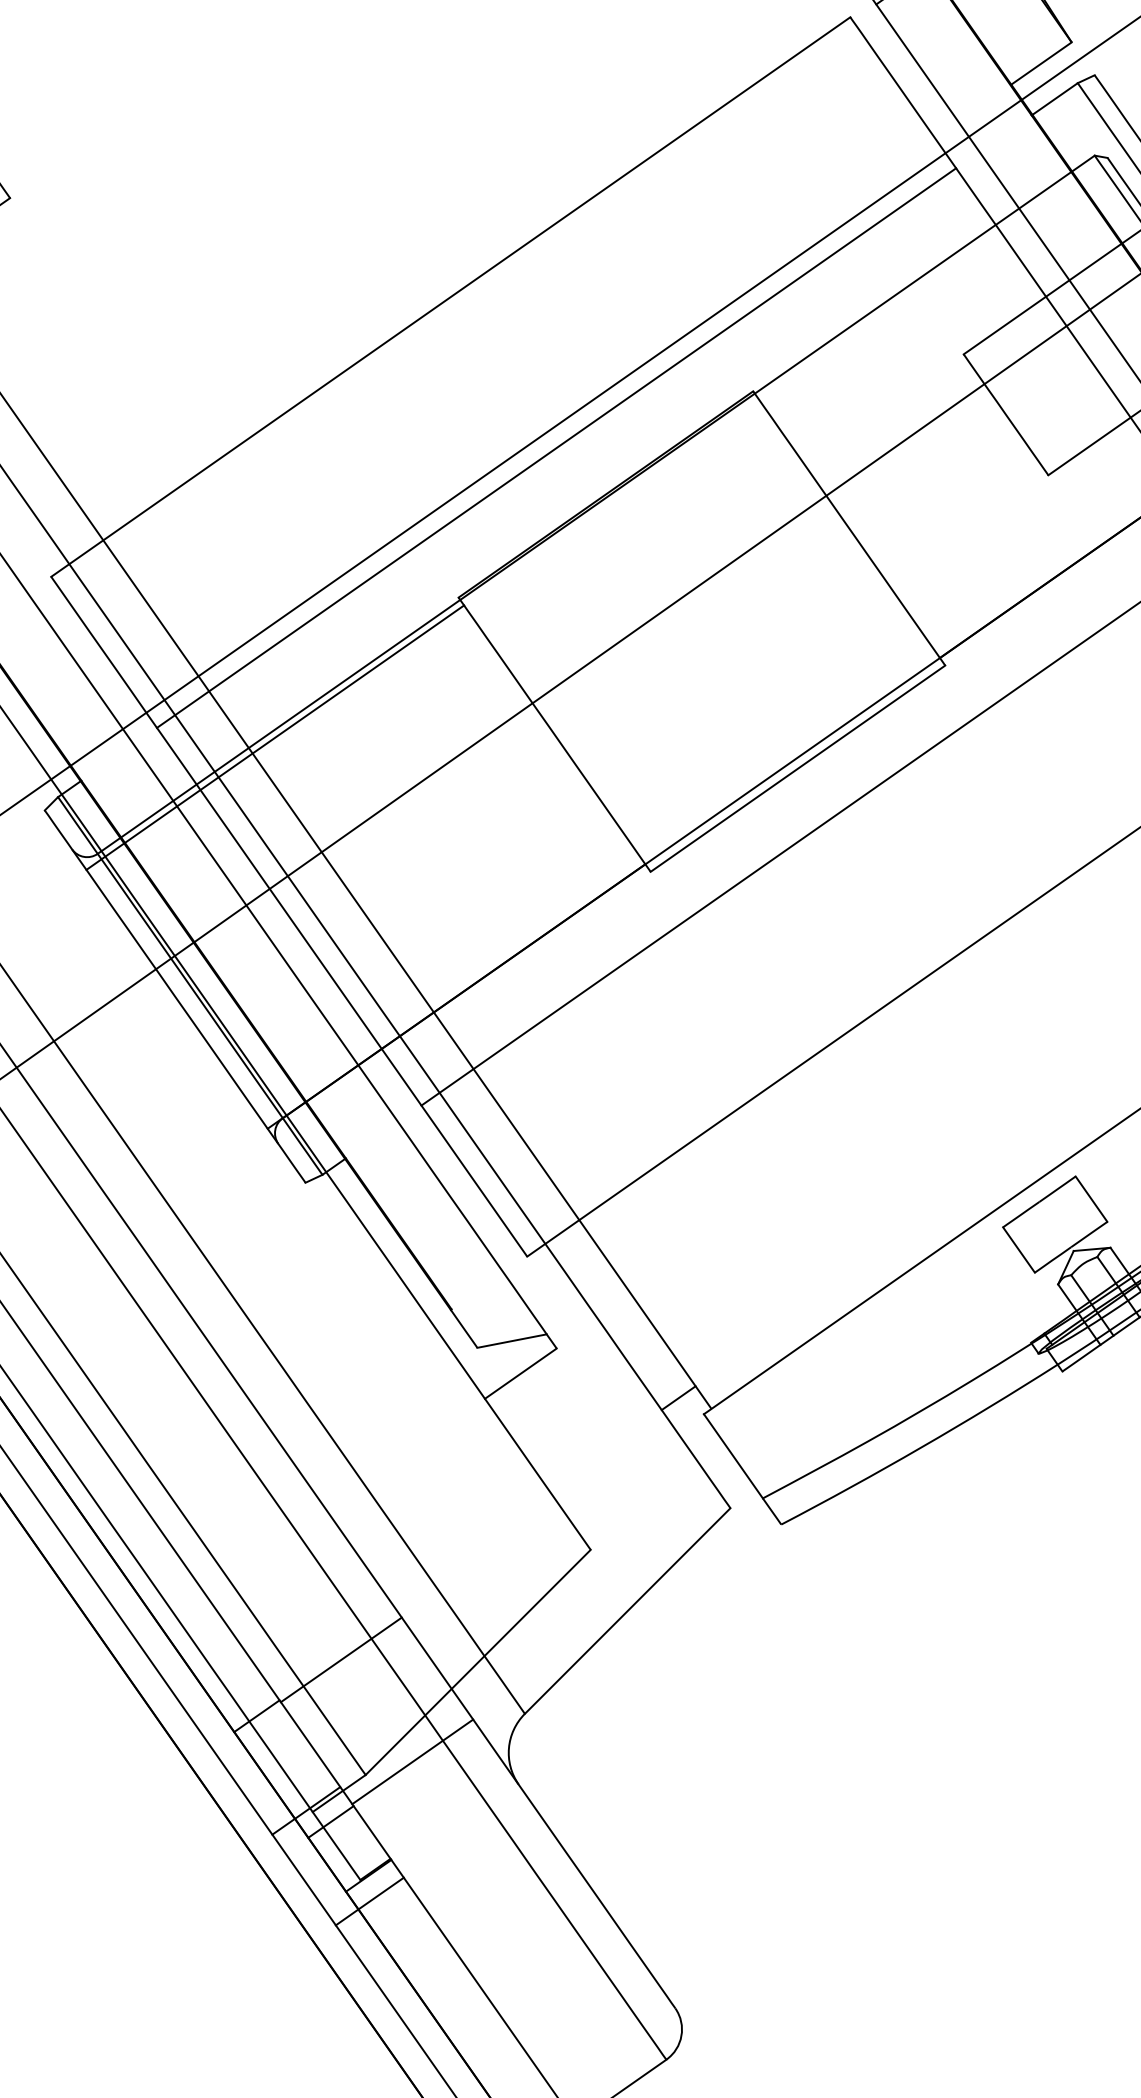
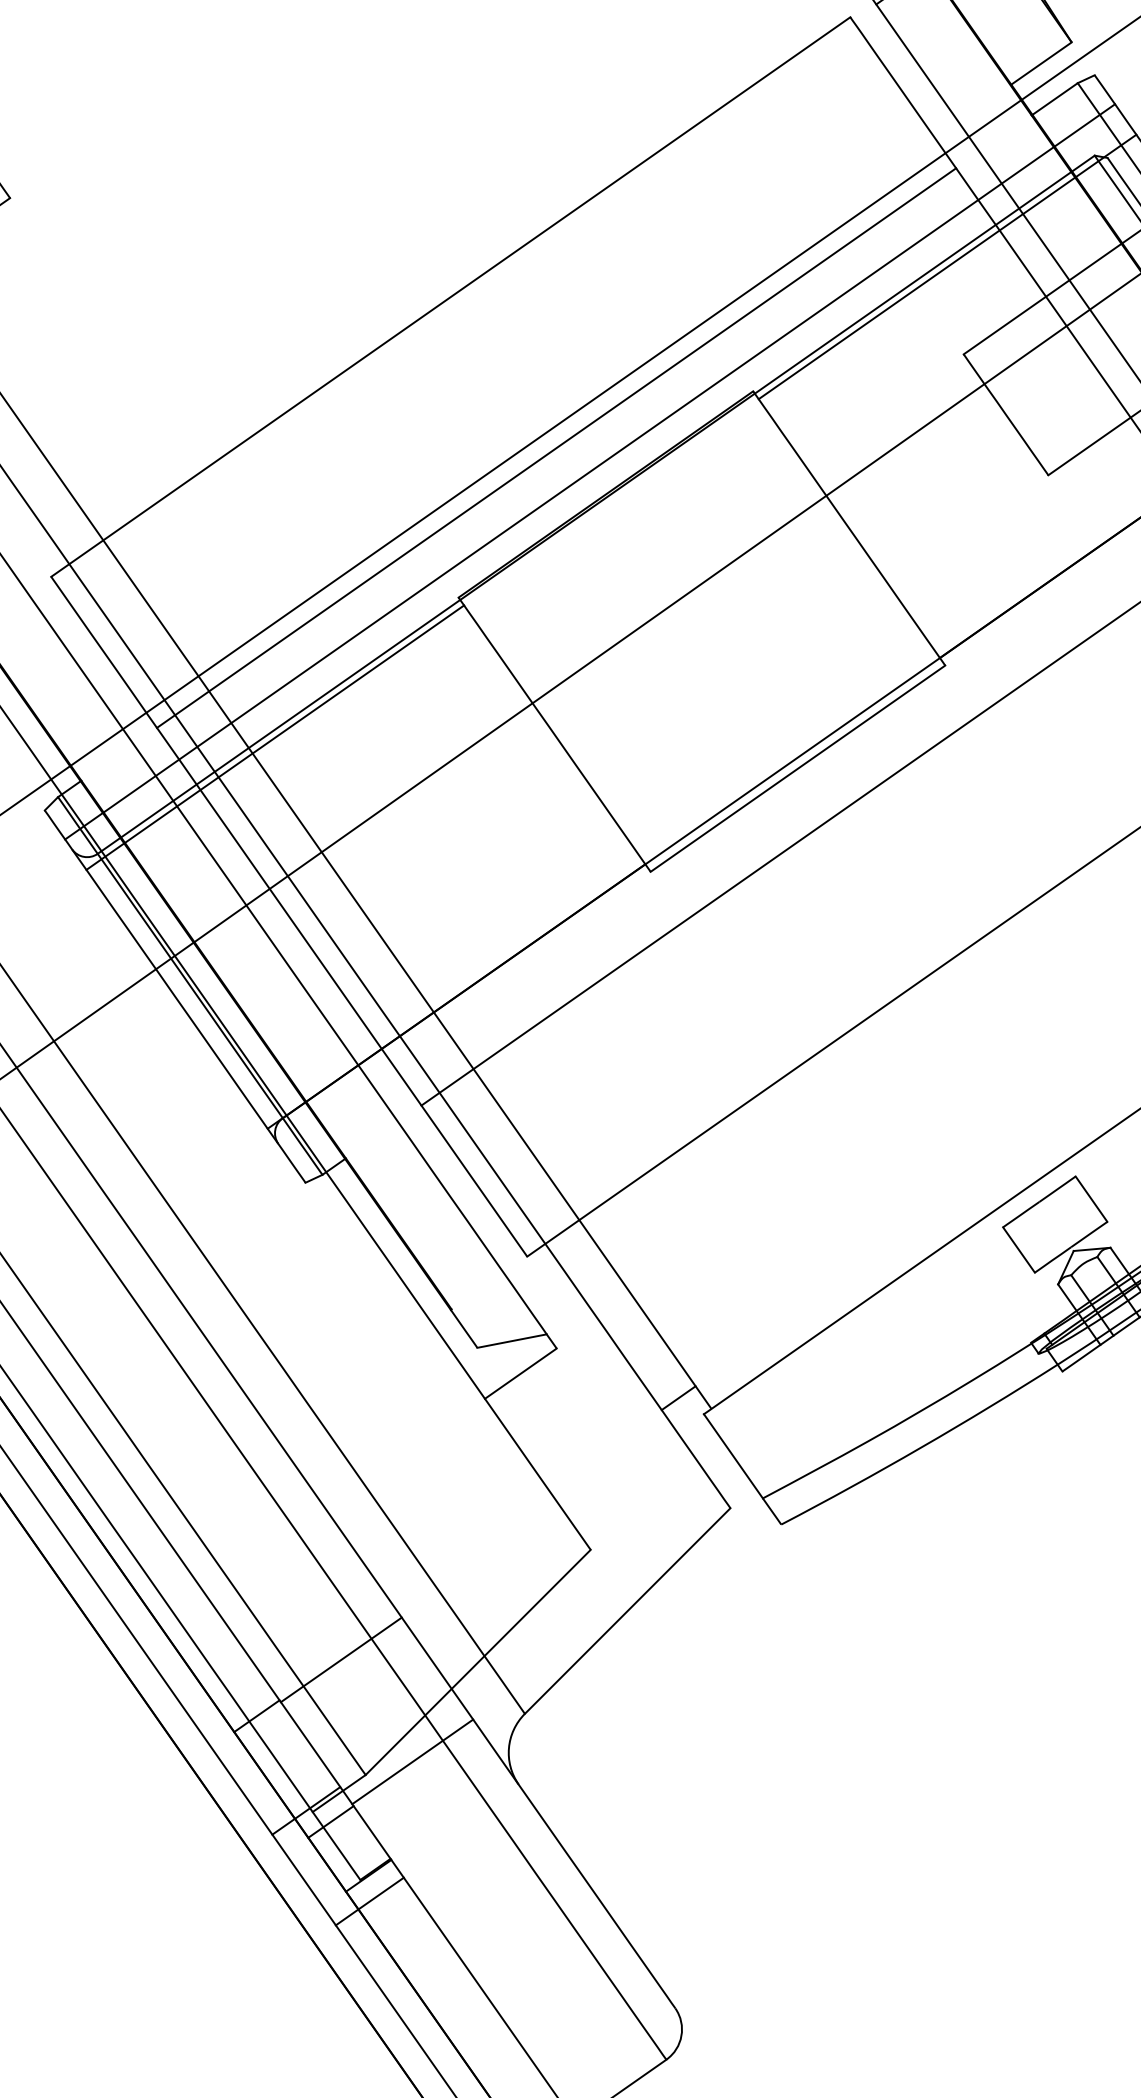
line at (947, 266): none -> present
line at (590, 471): none -> present
